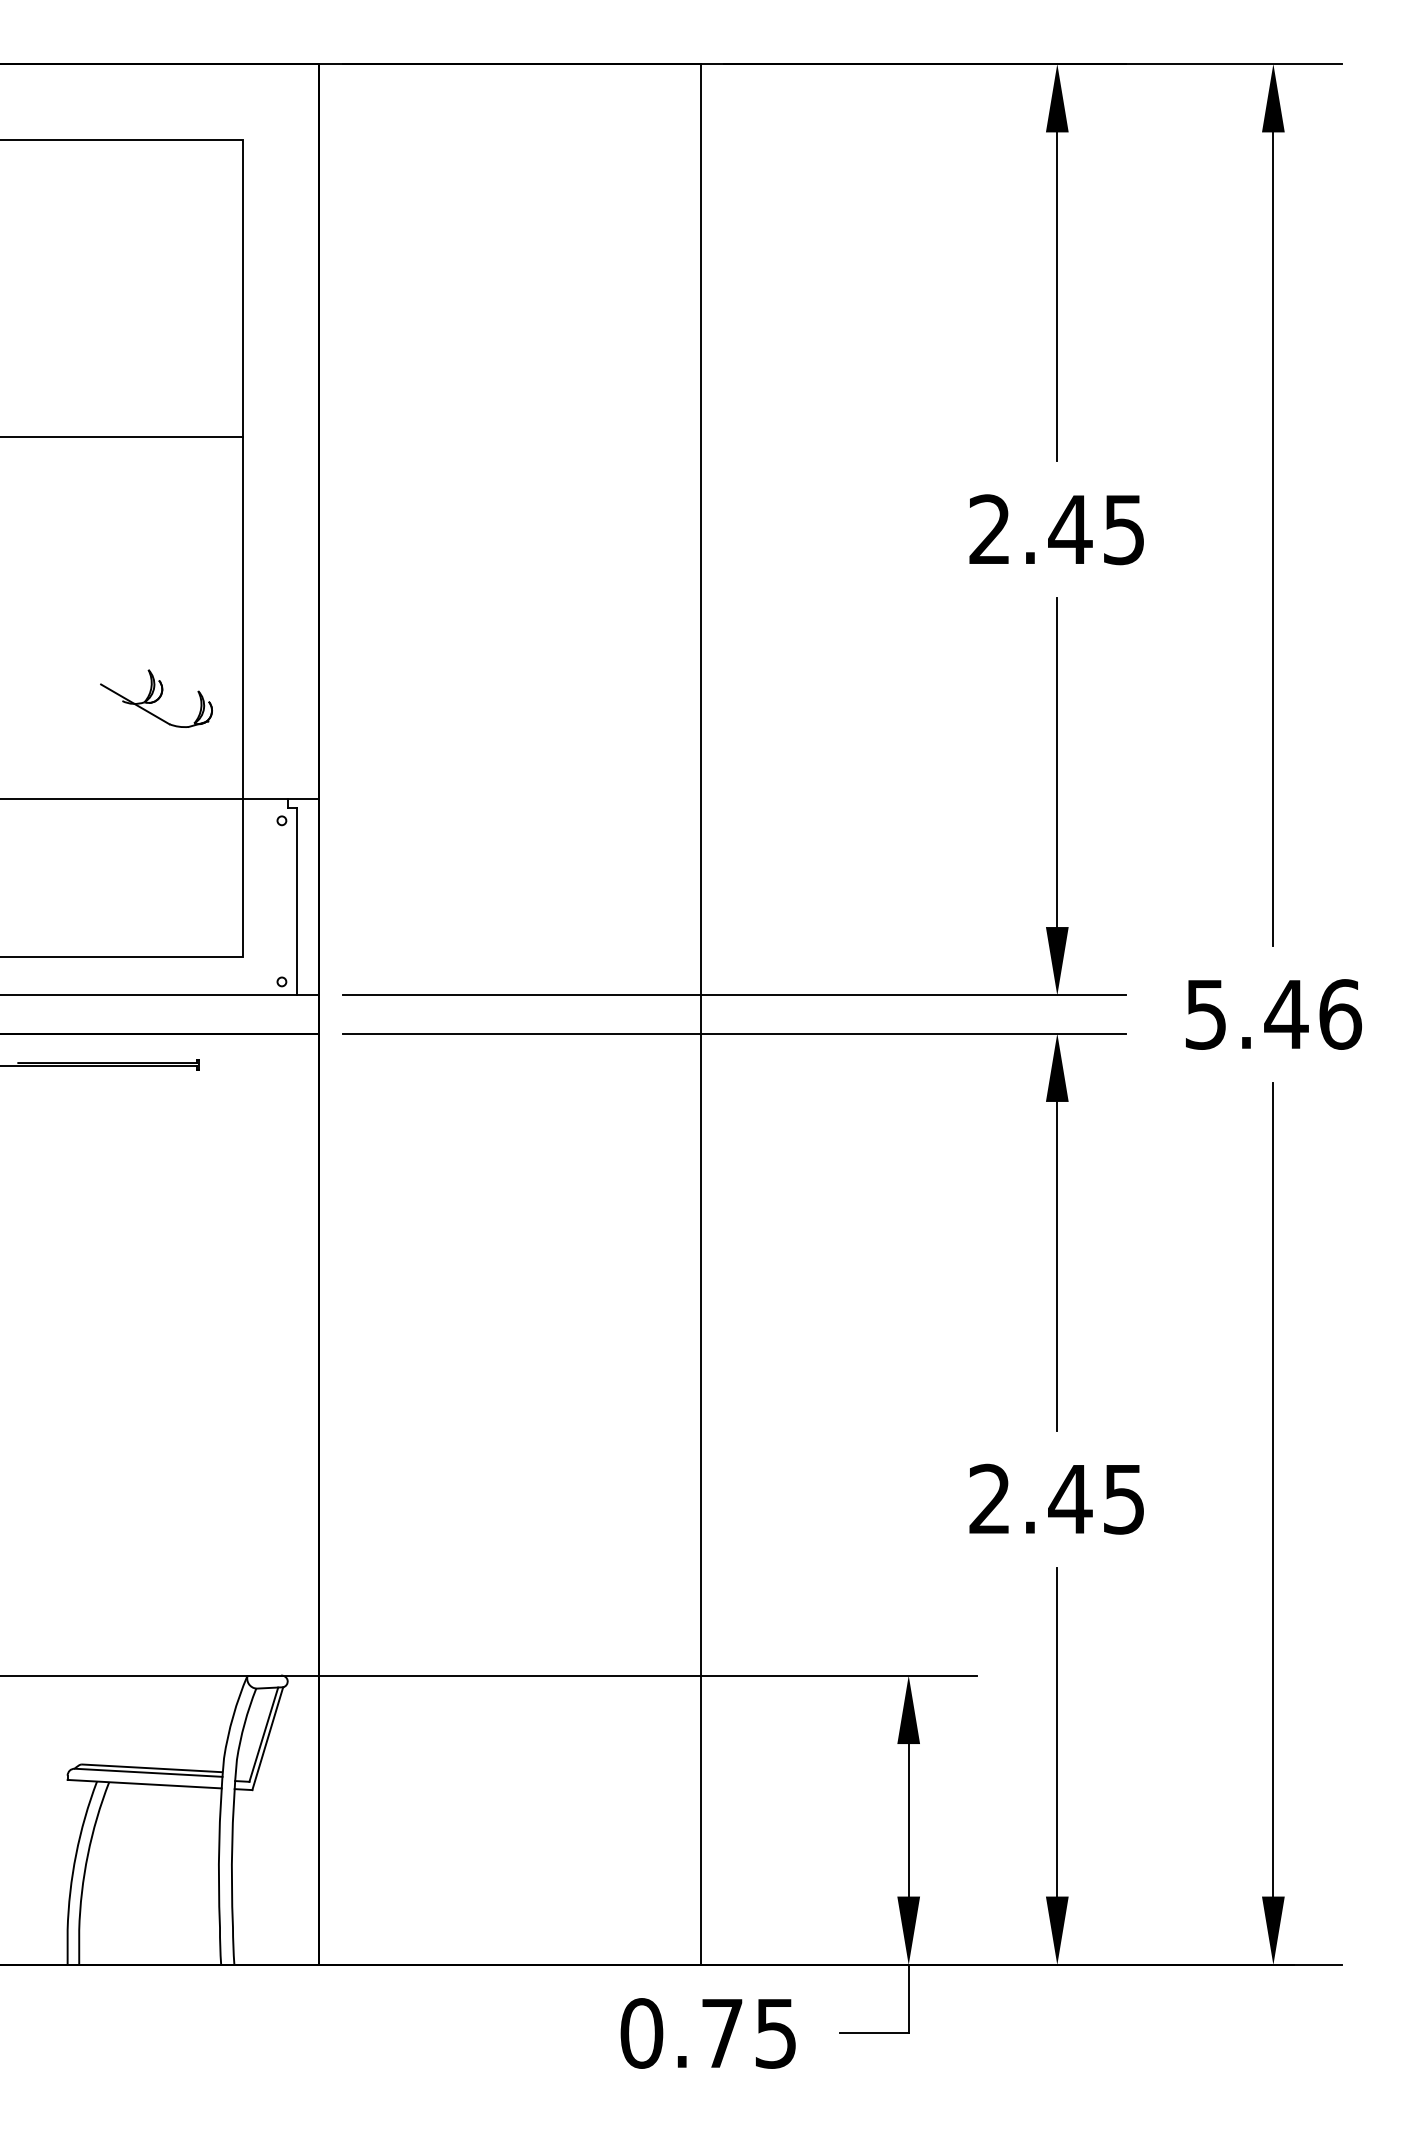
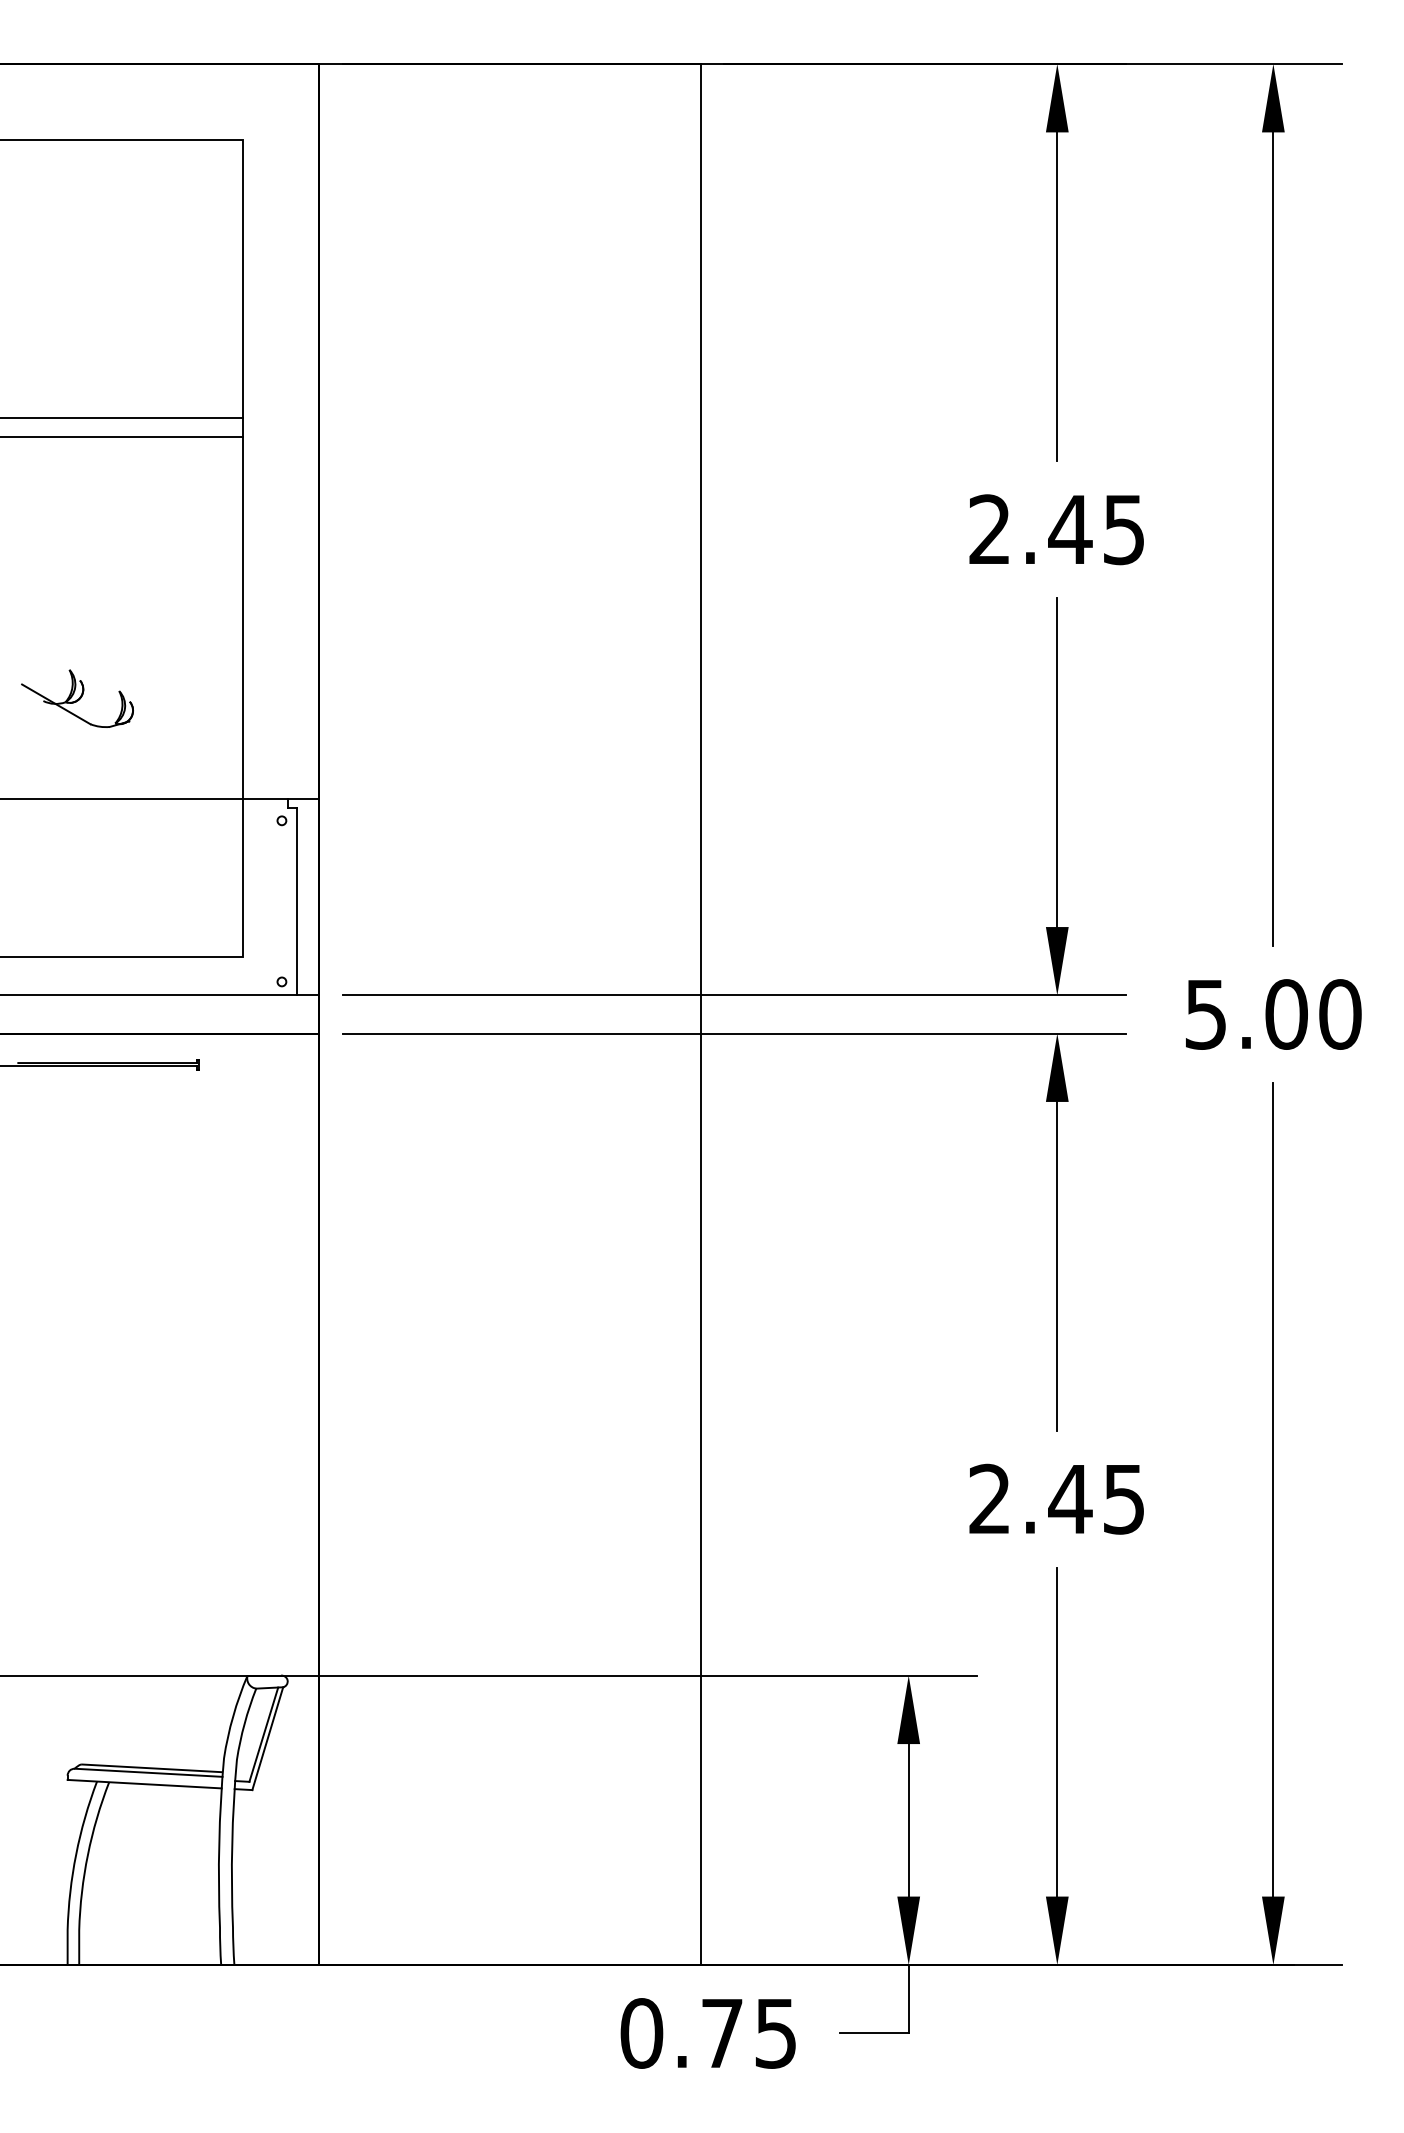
line at (122, 418): none -> present
part at (156, 698) position: (156, 698) -> (77, 698)
text at (1312, 1014): 5.46 -> 5.00
